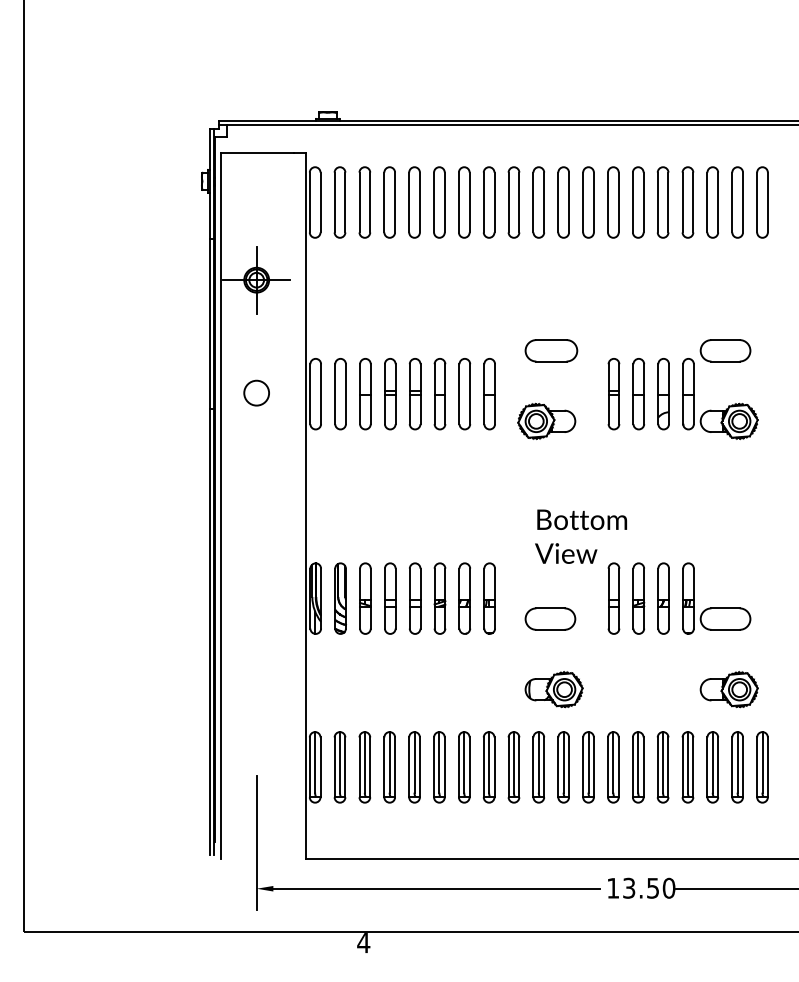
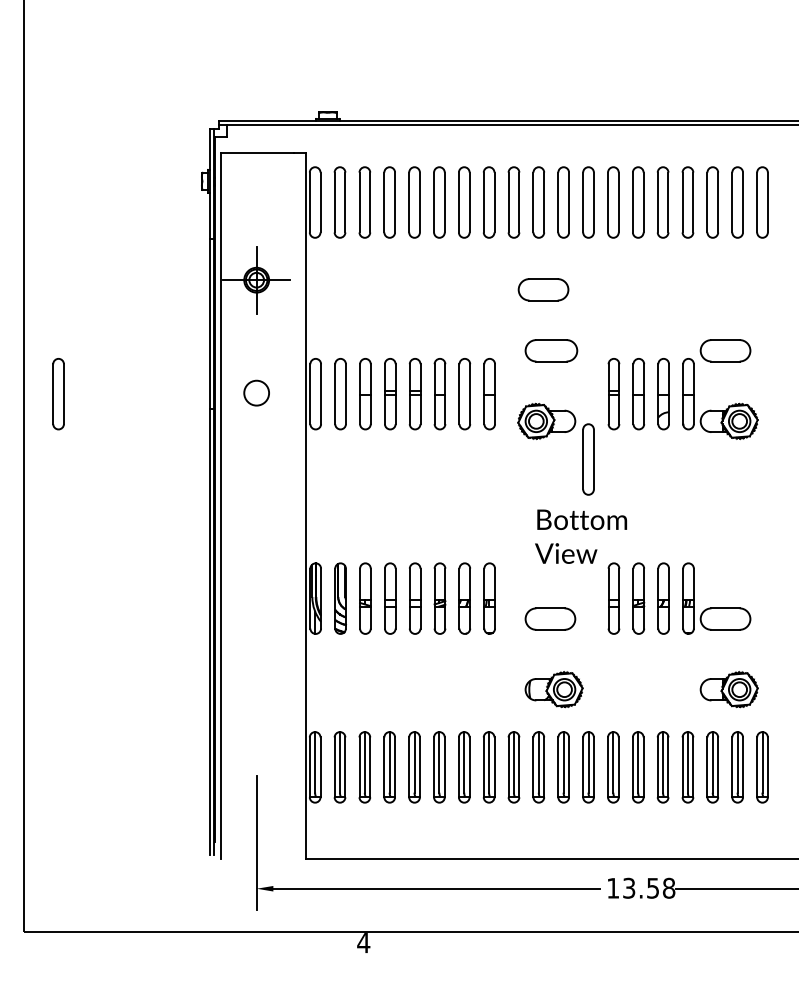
part at (543, 289): none -> present
part at (58, 394): none -> present
part at (588, 459): none -> present
text at (668, 888): 13.50 -> 13.58
